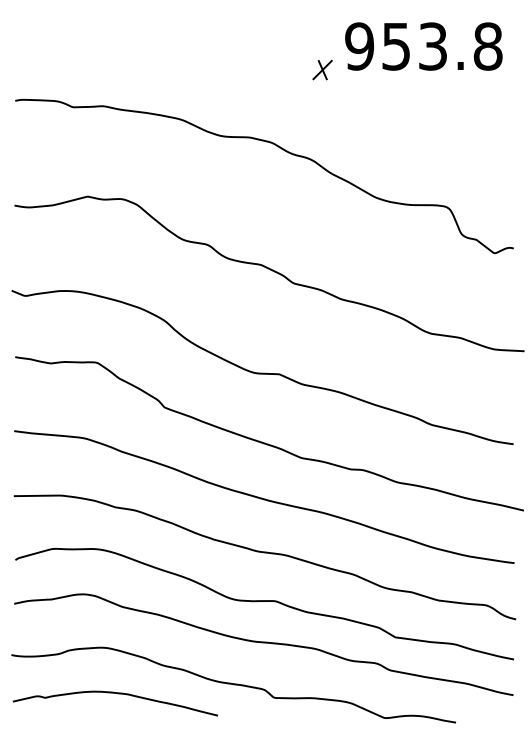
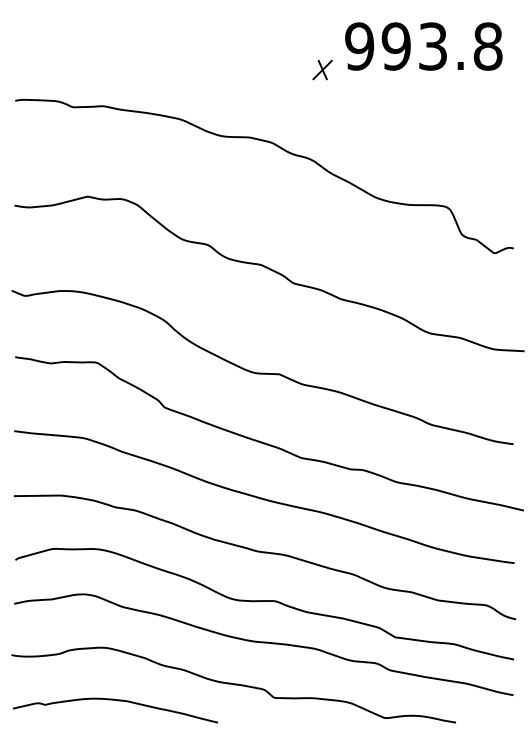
text at (395, 46): 953.8 -> 993.8
curve at (117, 694) position: (117, 694) -> (117, 701)
